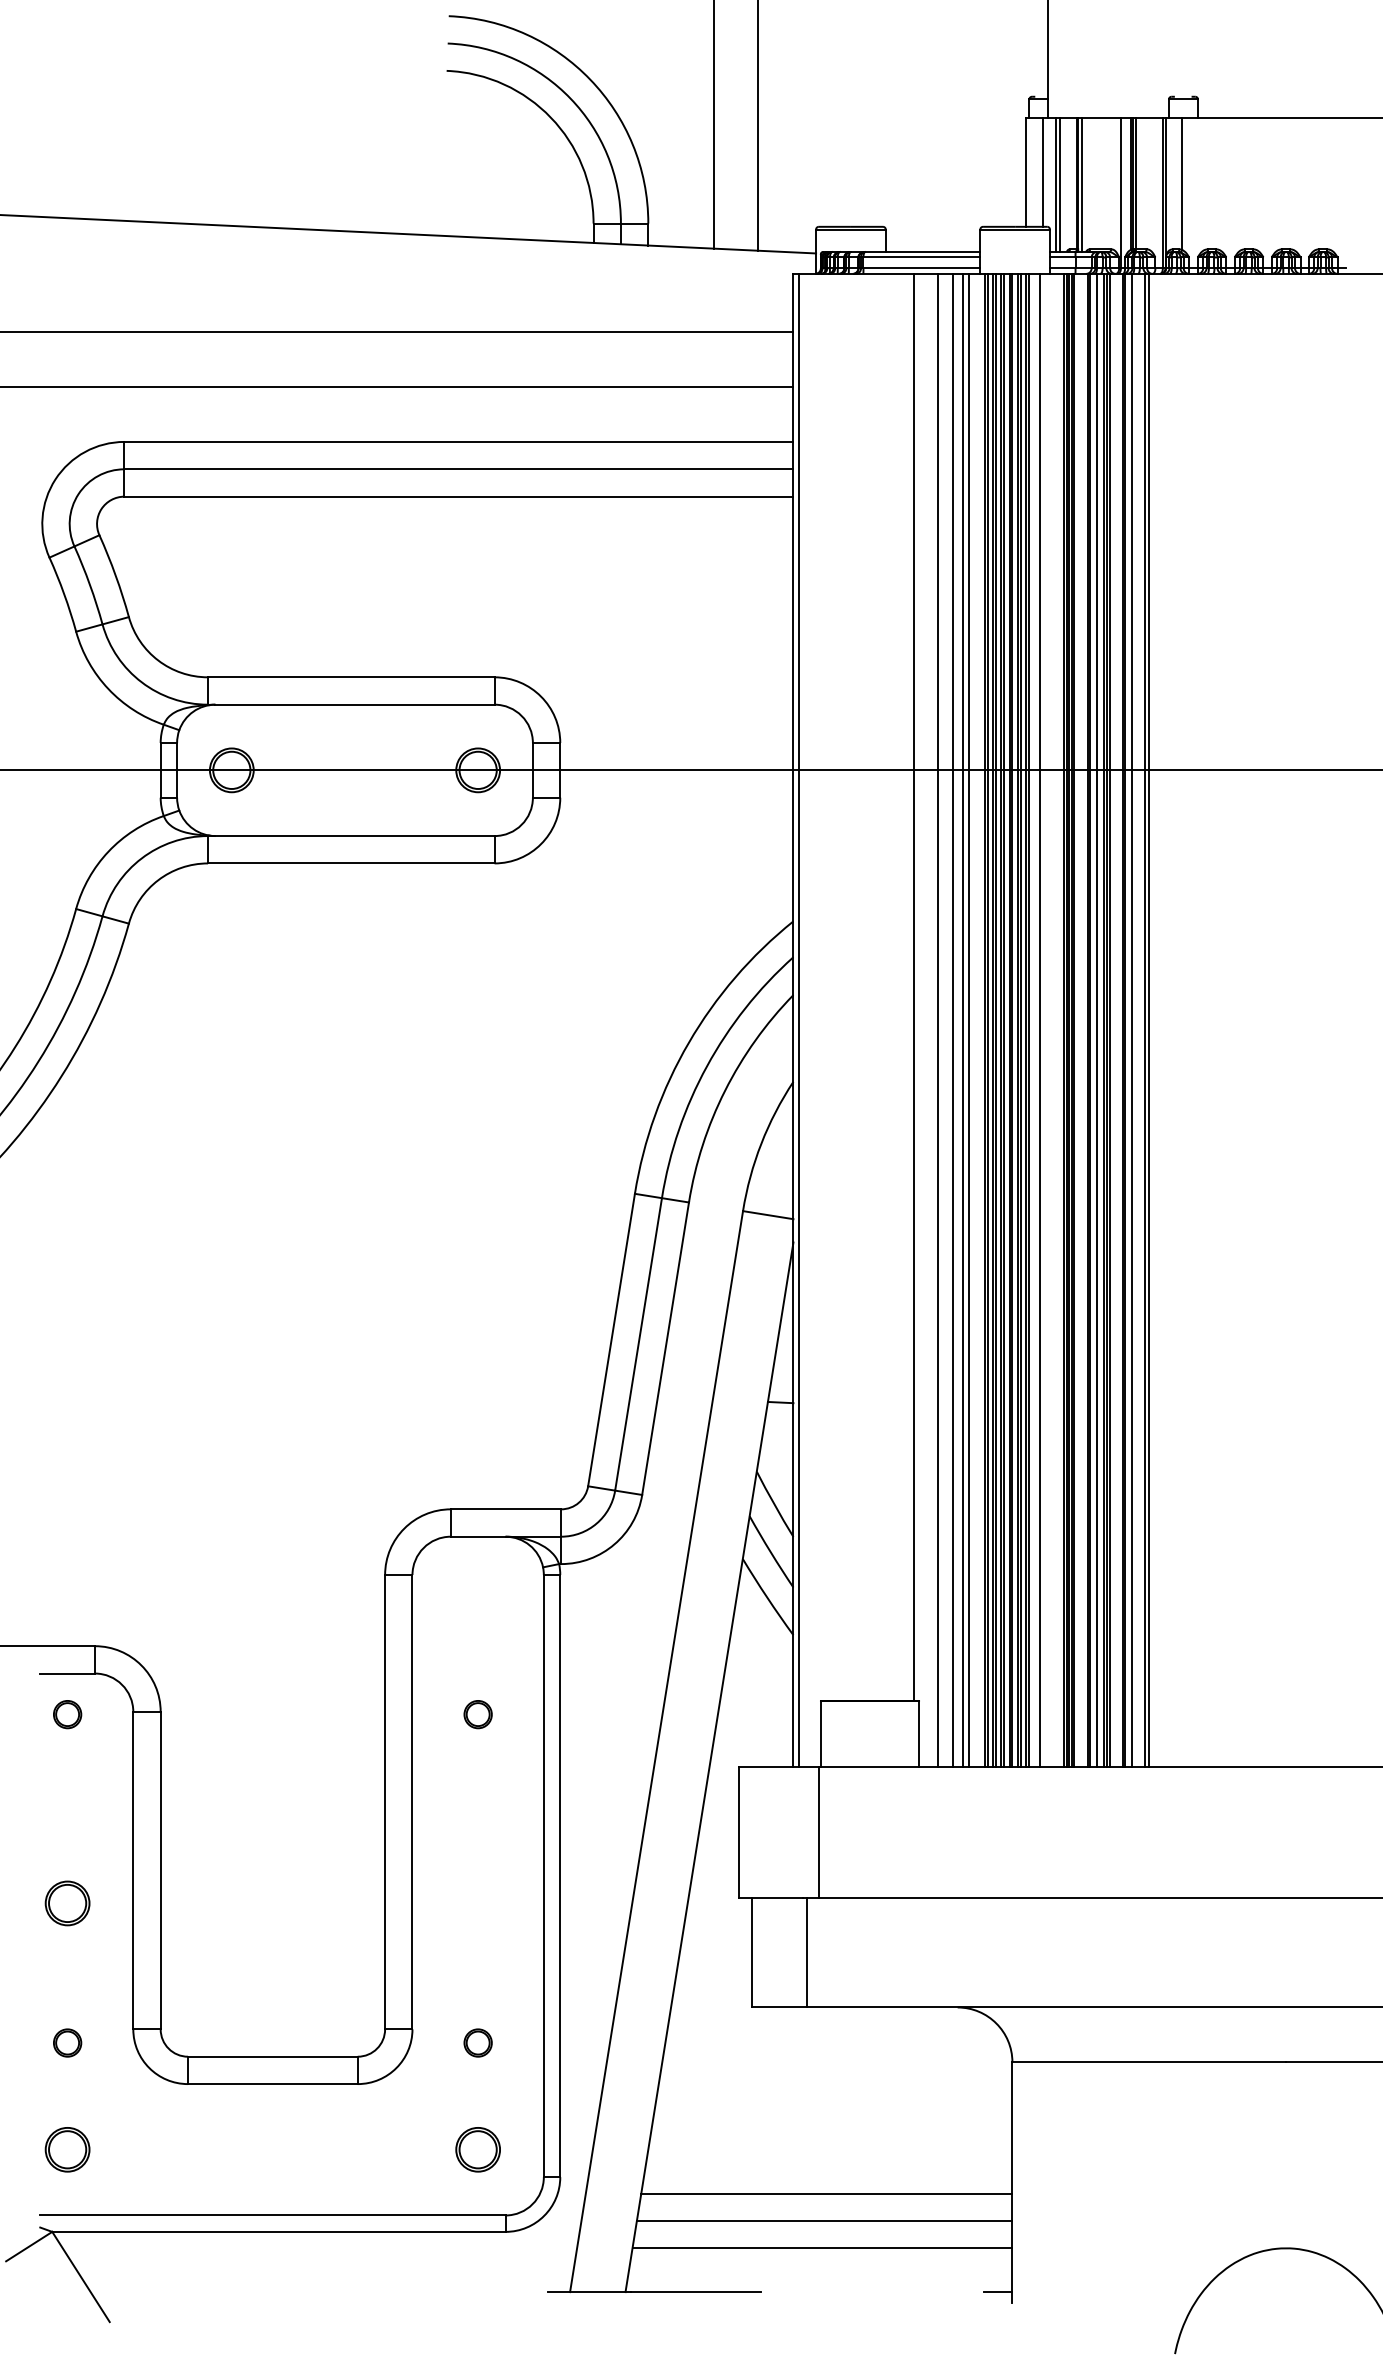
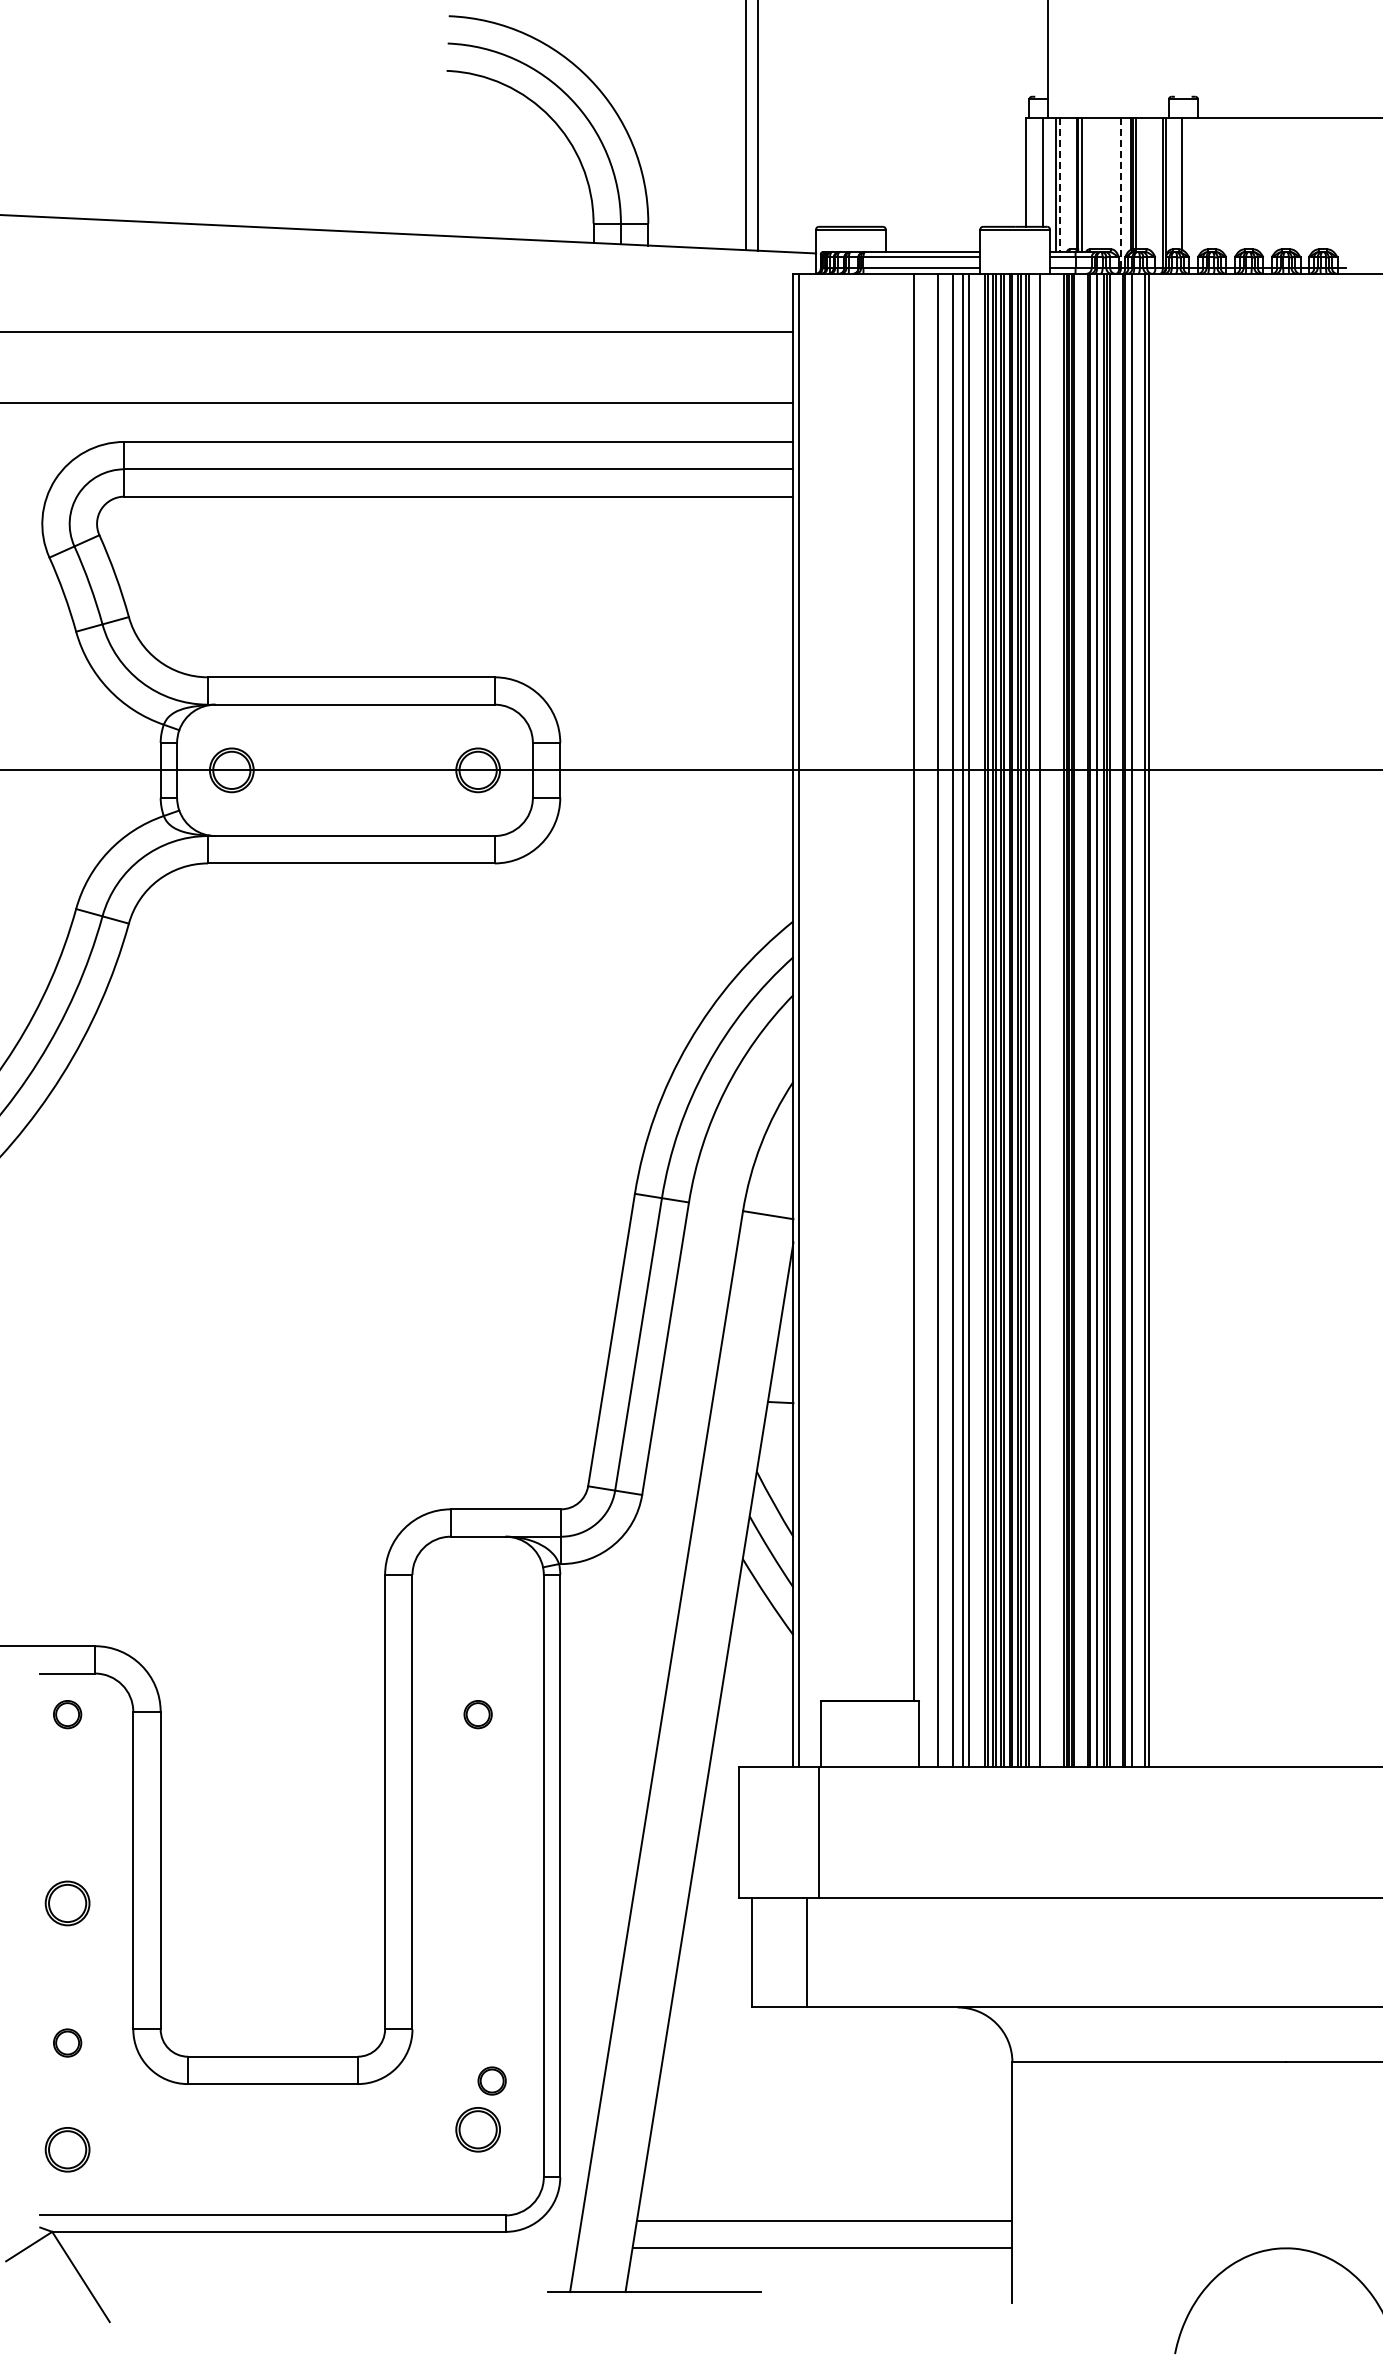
line at (714, 125) position: (714, 125) -> (746, 125)
line at (1060, 185): solid -> dashed
line at (1120, 193): solid -> dashed
line at (397, 387) position: (397, 387) -> (397, 403)
part at (477, 2042) position: (477, 2042) -> (491, 2080)
part at (477, 2149) position: (477, 2149) -> (477, 2129)
line at (826, 2193): present -> none
line at (998, 2292): present -> none
